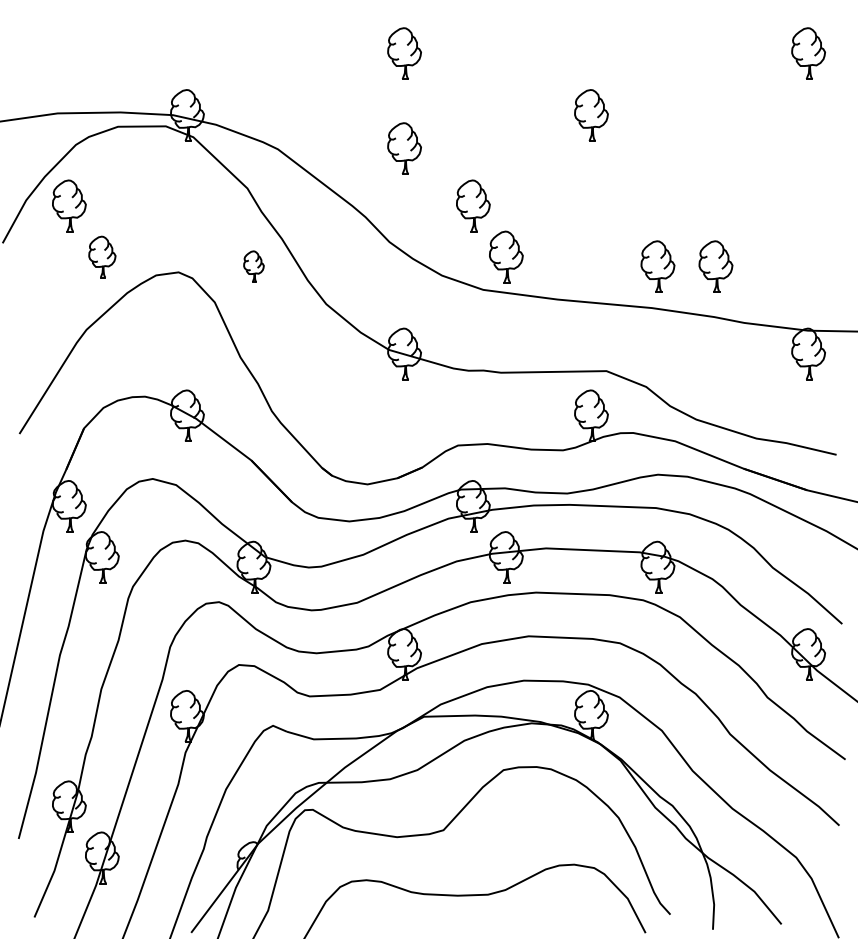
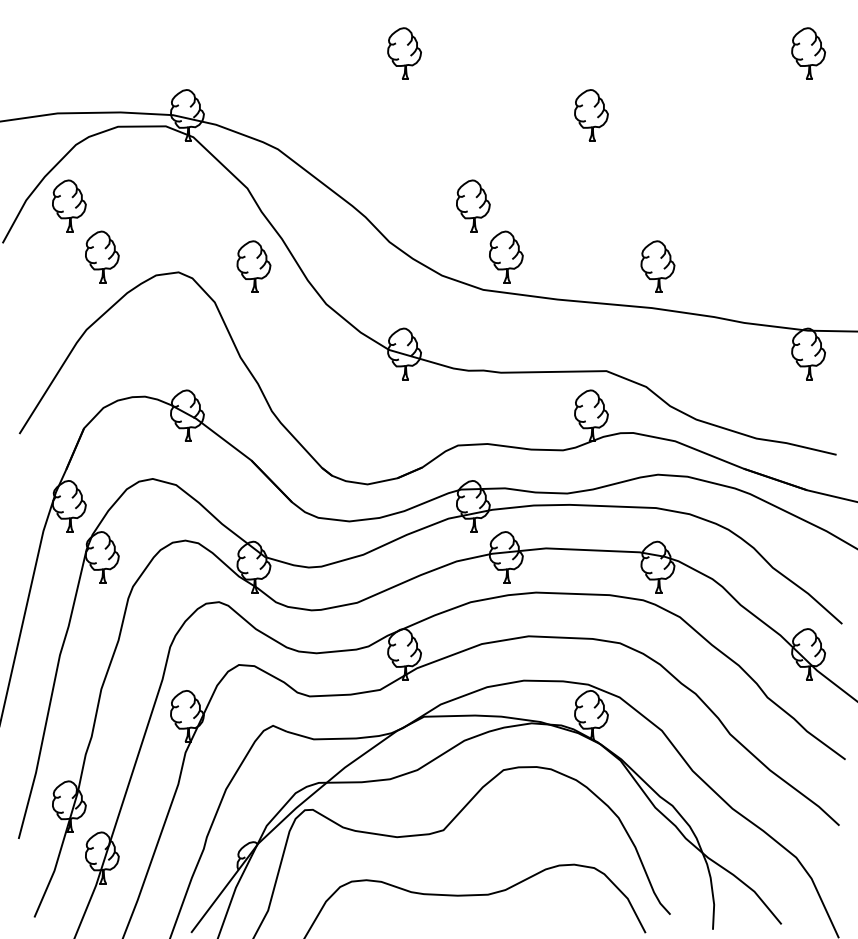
part at (404, 148): present -> none
part at (102, 256) size: 29x44 px -> 35x54 px
part at (253, 266) size: 22x33 px -> 36x53 px
part at (715, 266): present -> none
